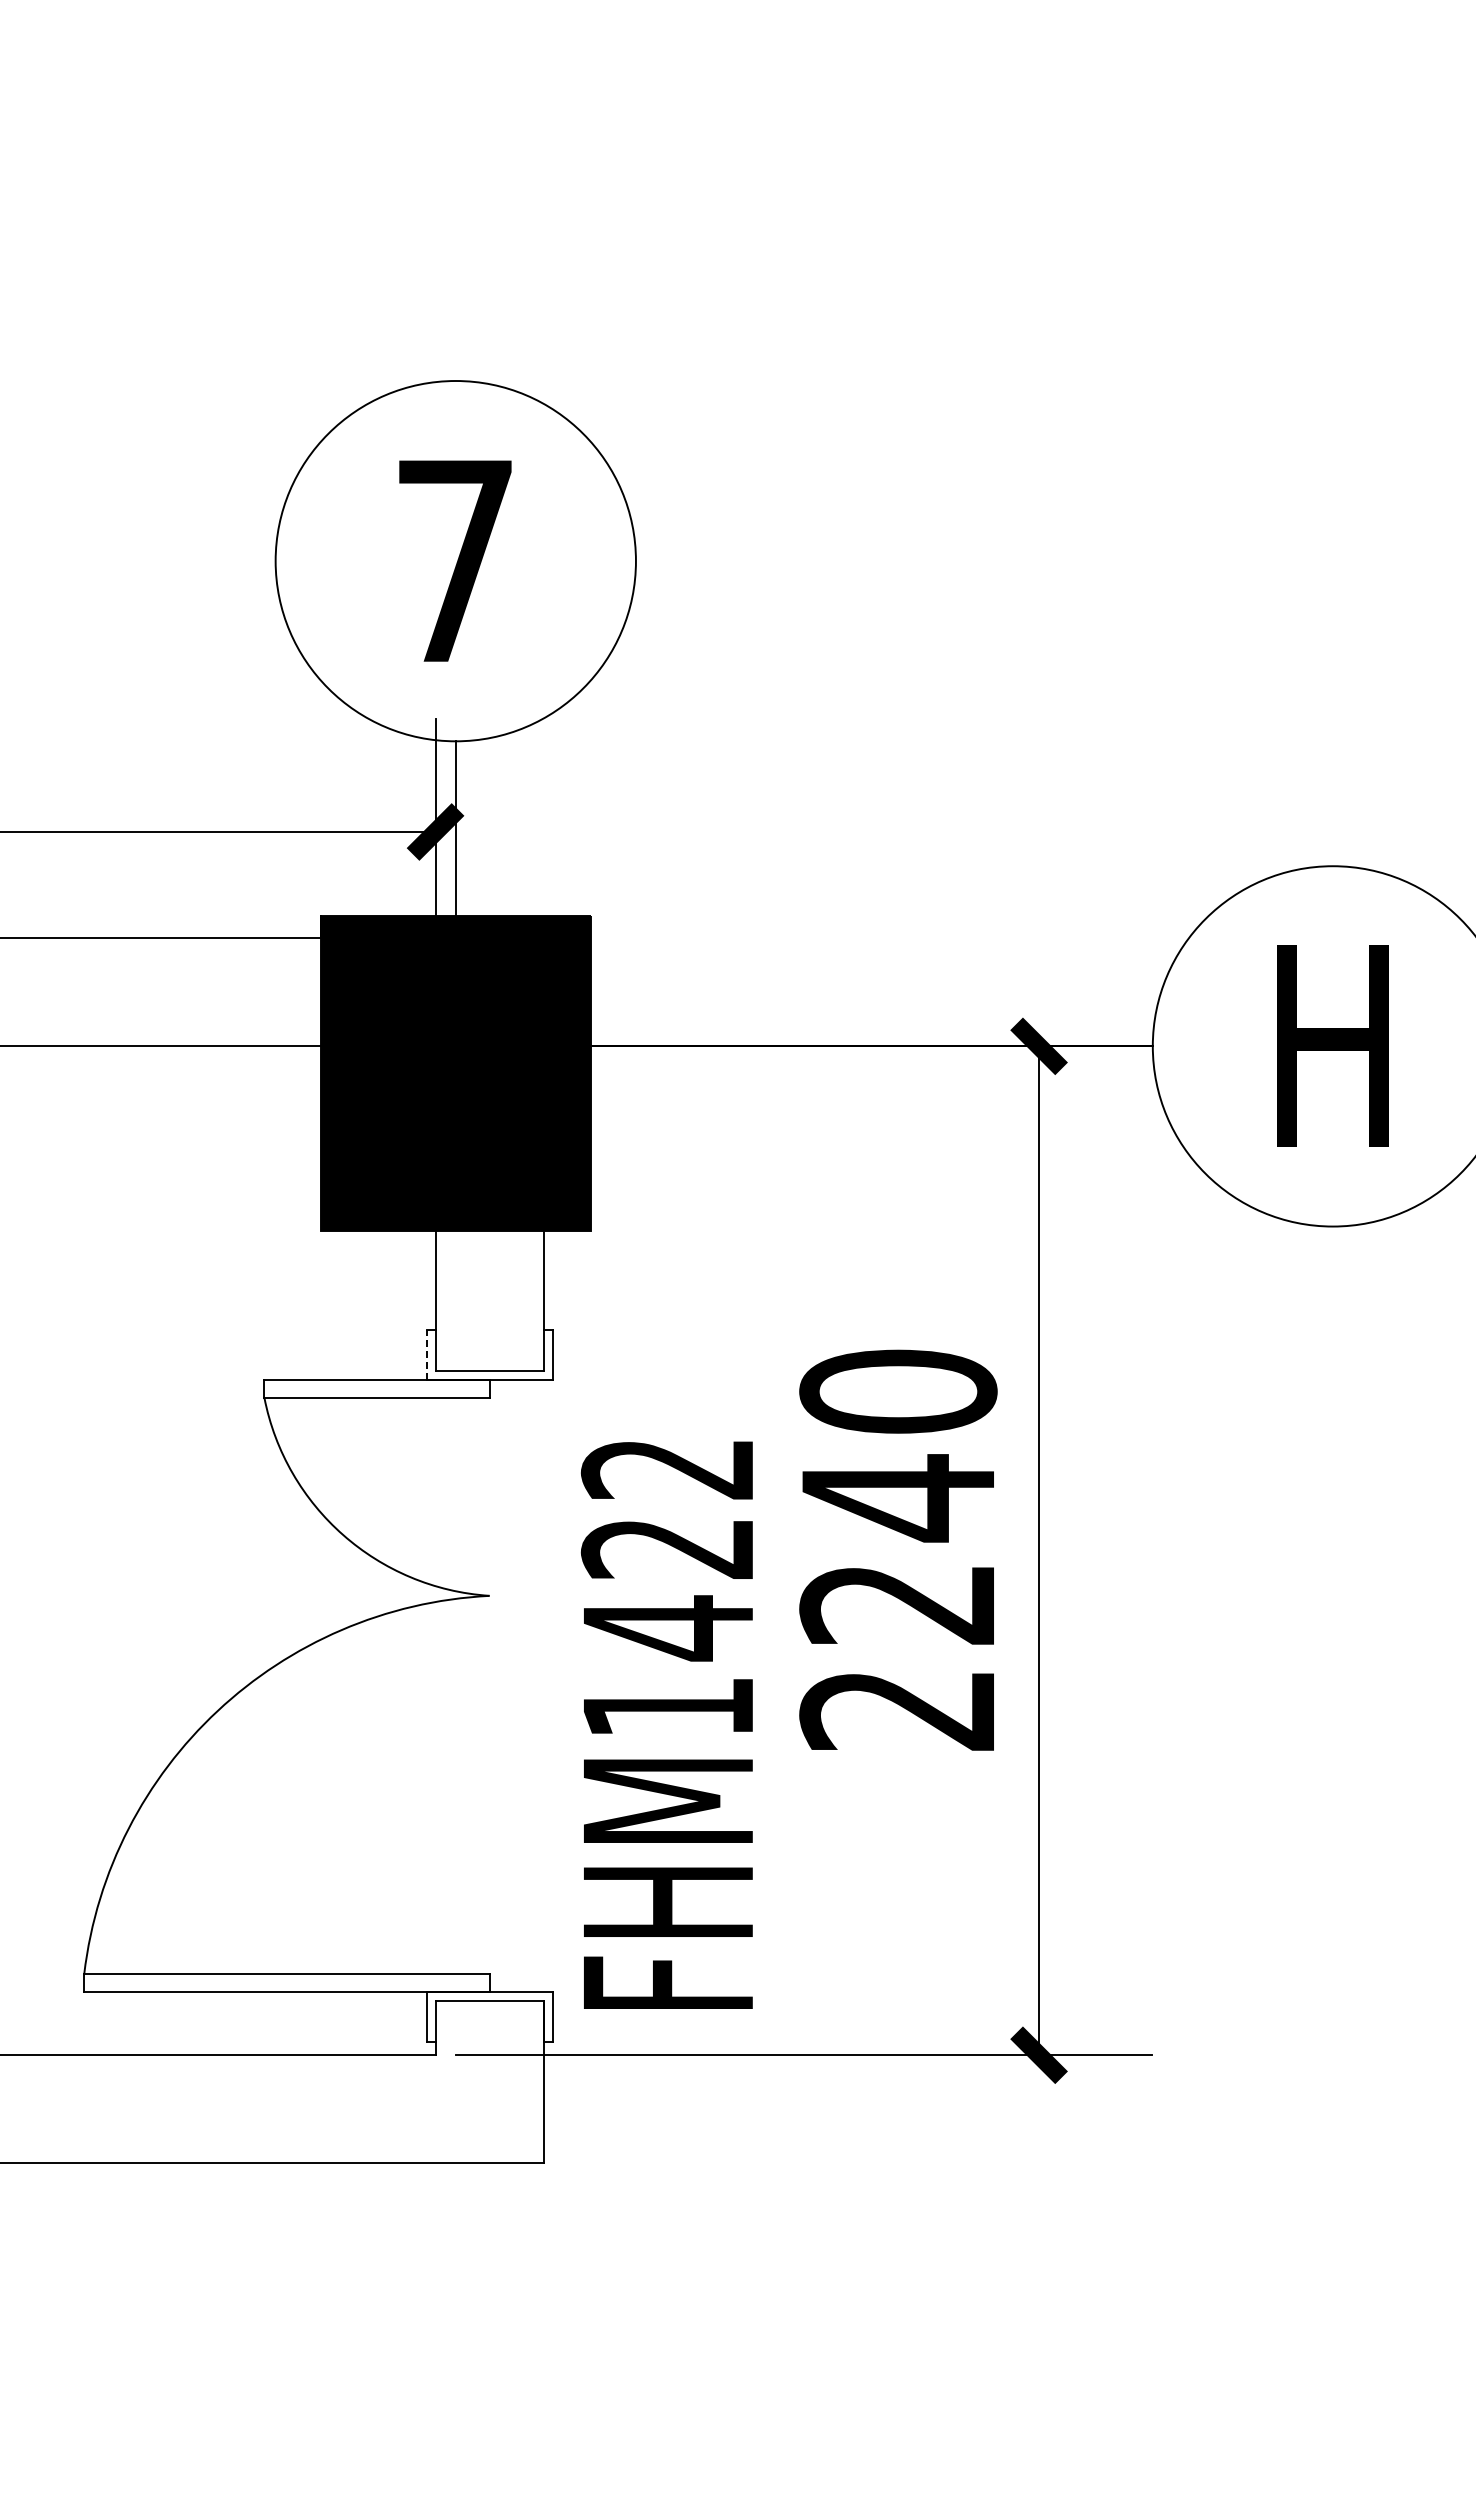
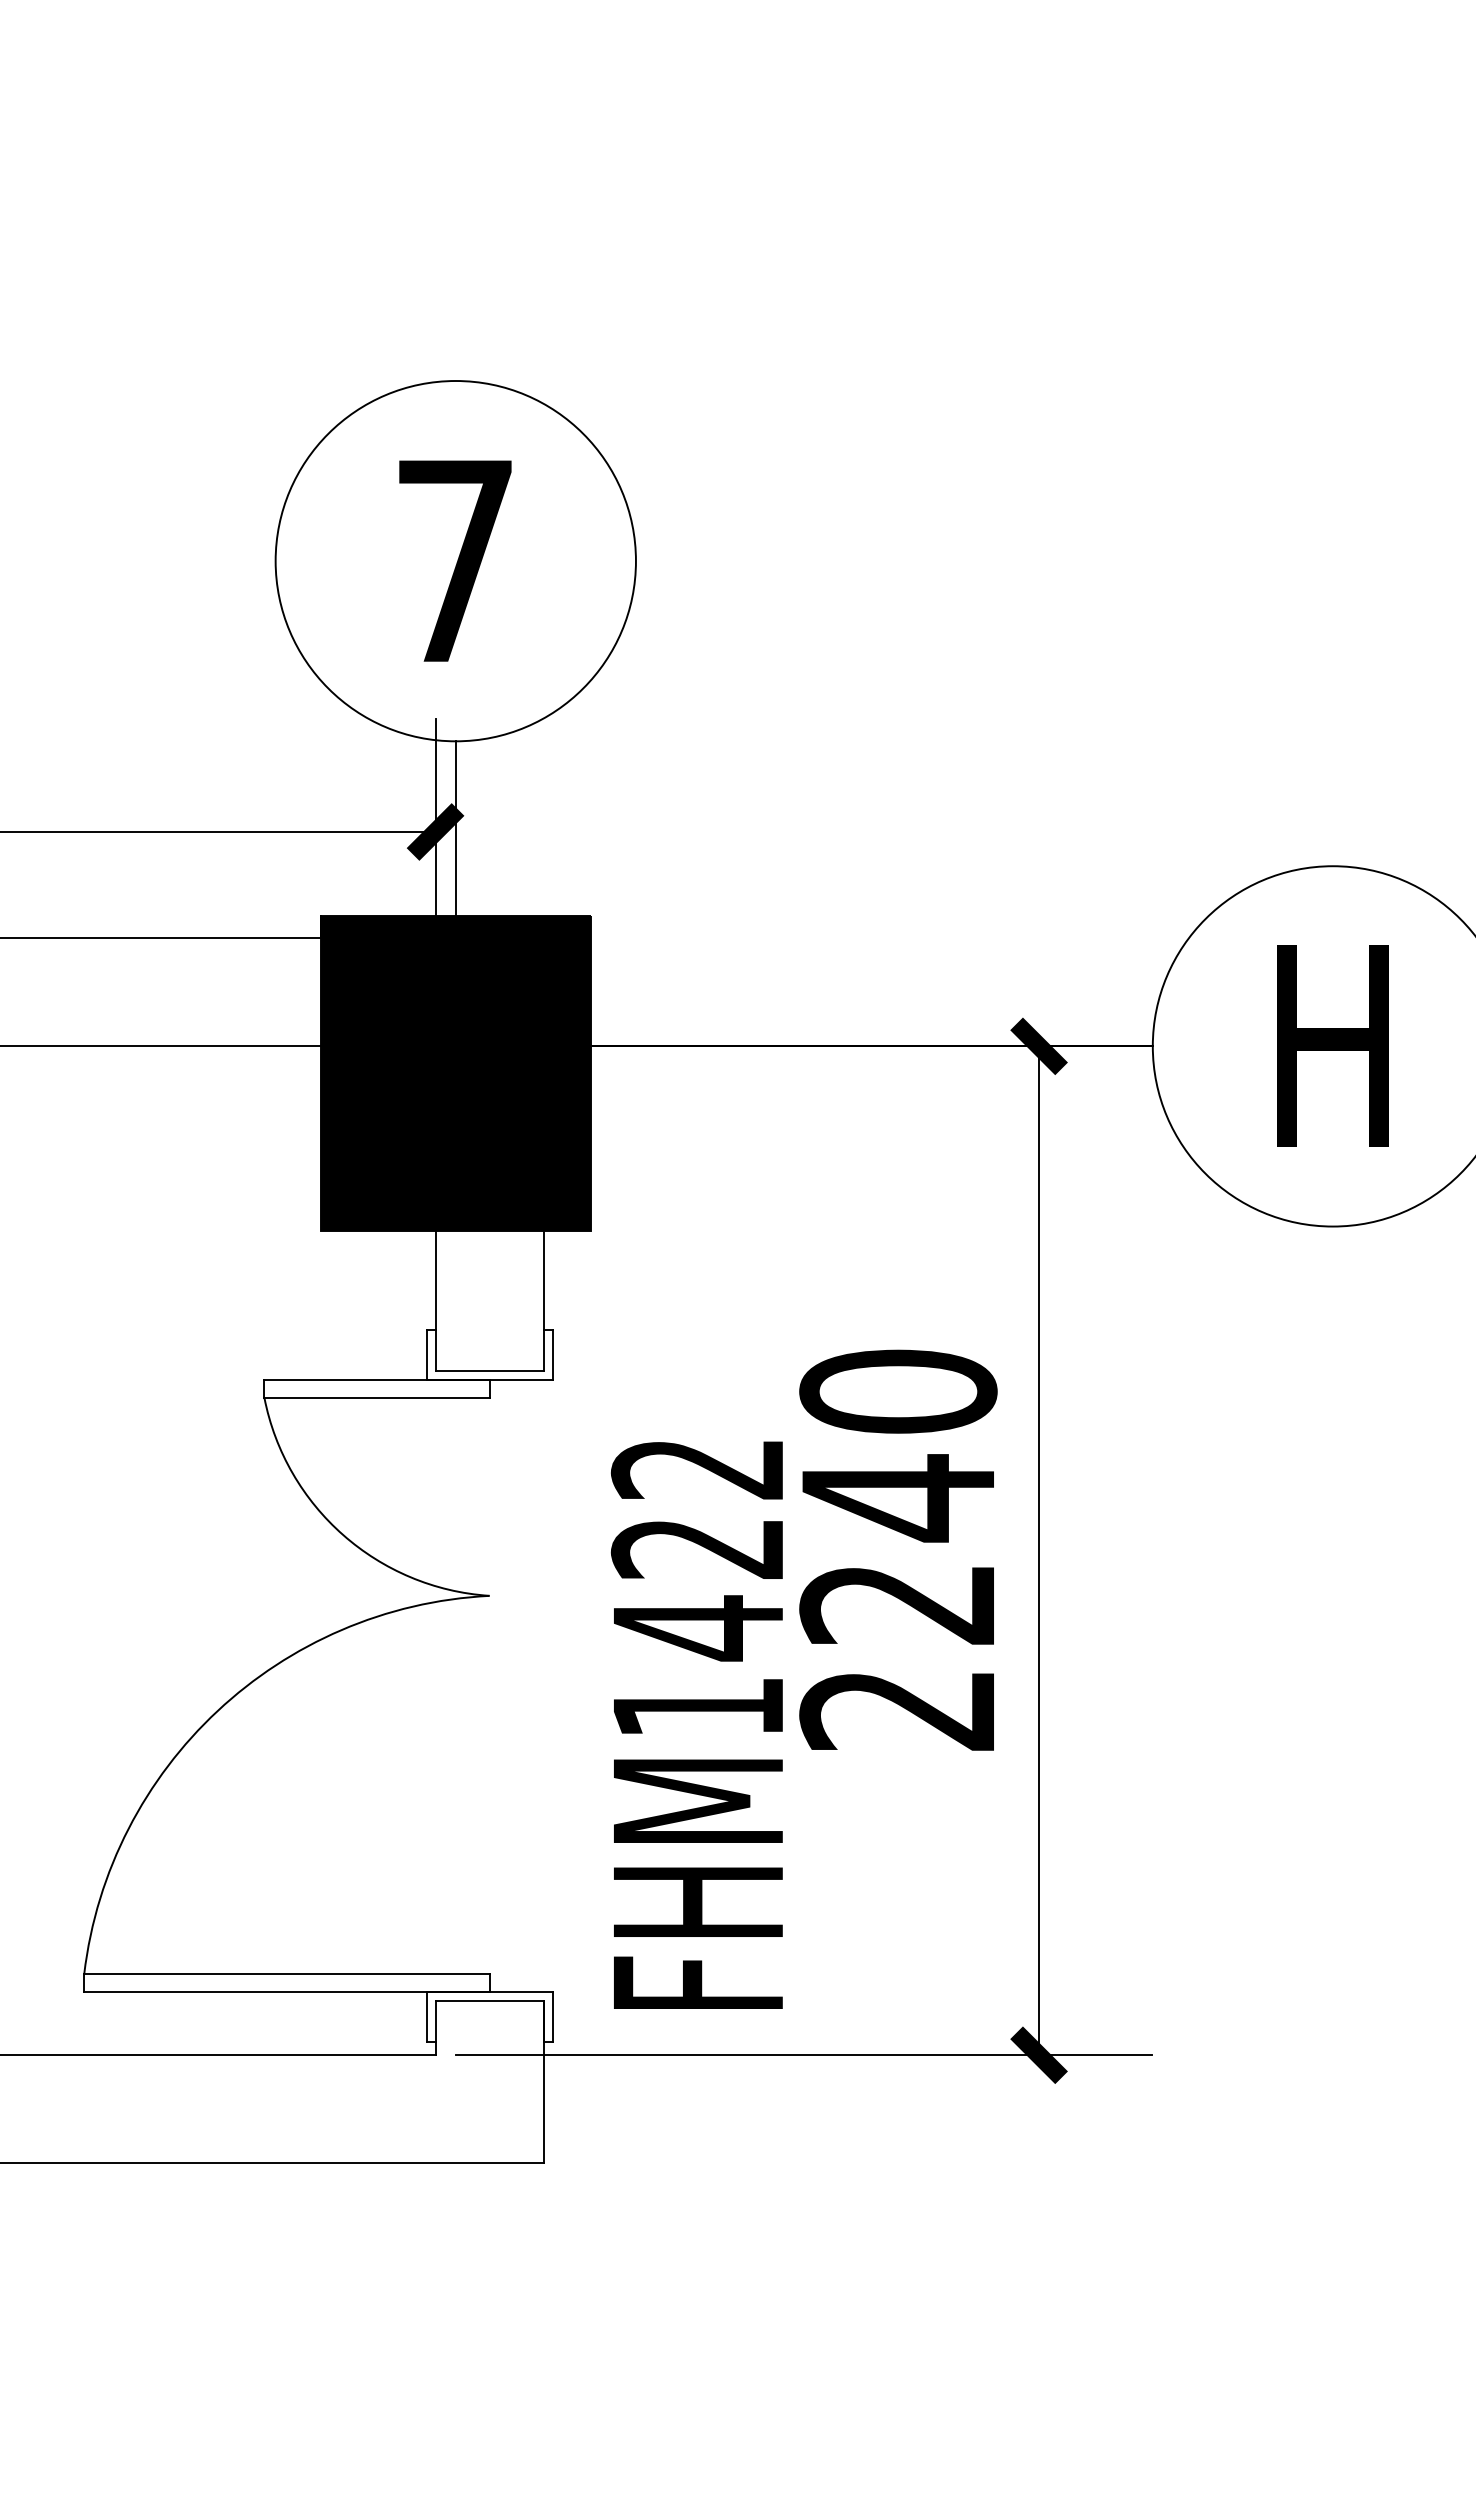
line at (426, 1354): dashed -> solid
text at (666, 1724) position: (666, 1724) -> (696, 1724)
